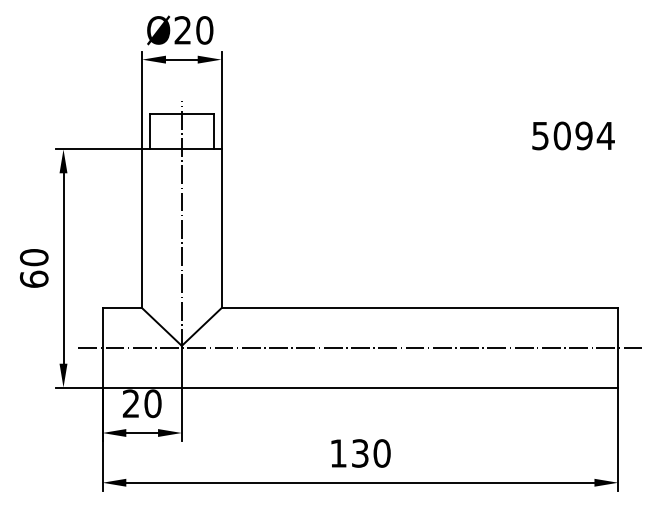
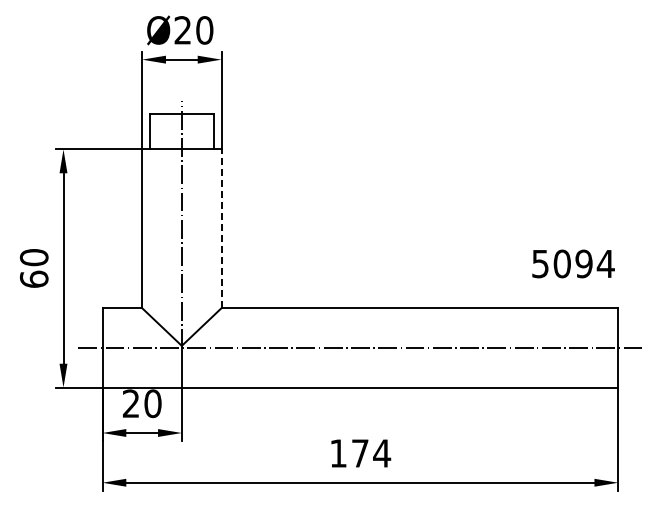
text at (573, 135) position: (573, 135) -> (573, 263)
line at (221, 228): solid -> dashed
text at (371, 453): 130 -> 174
